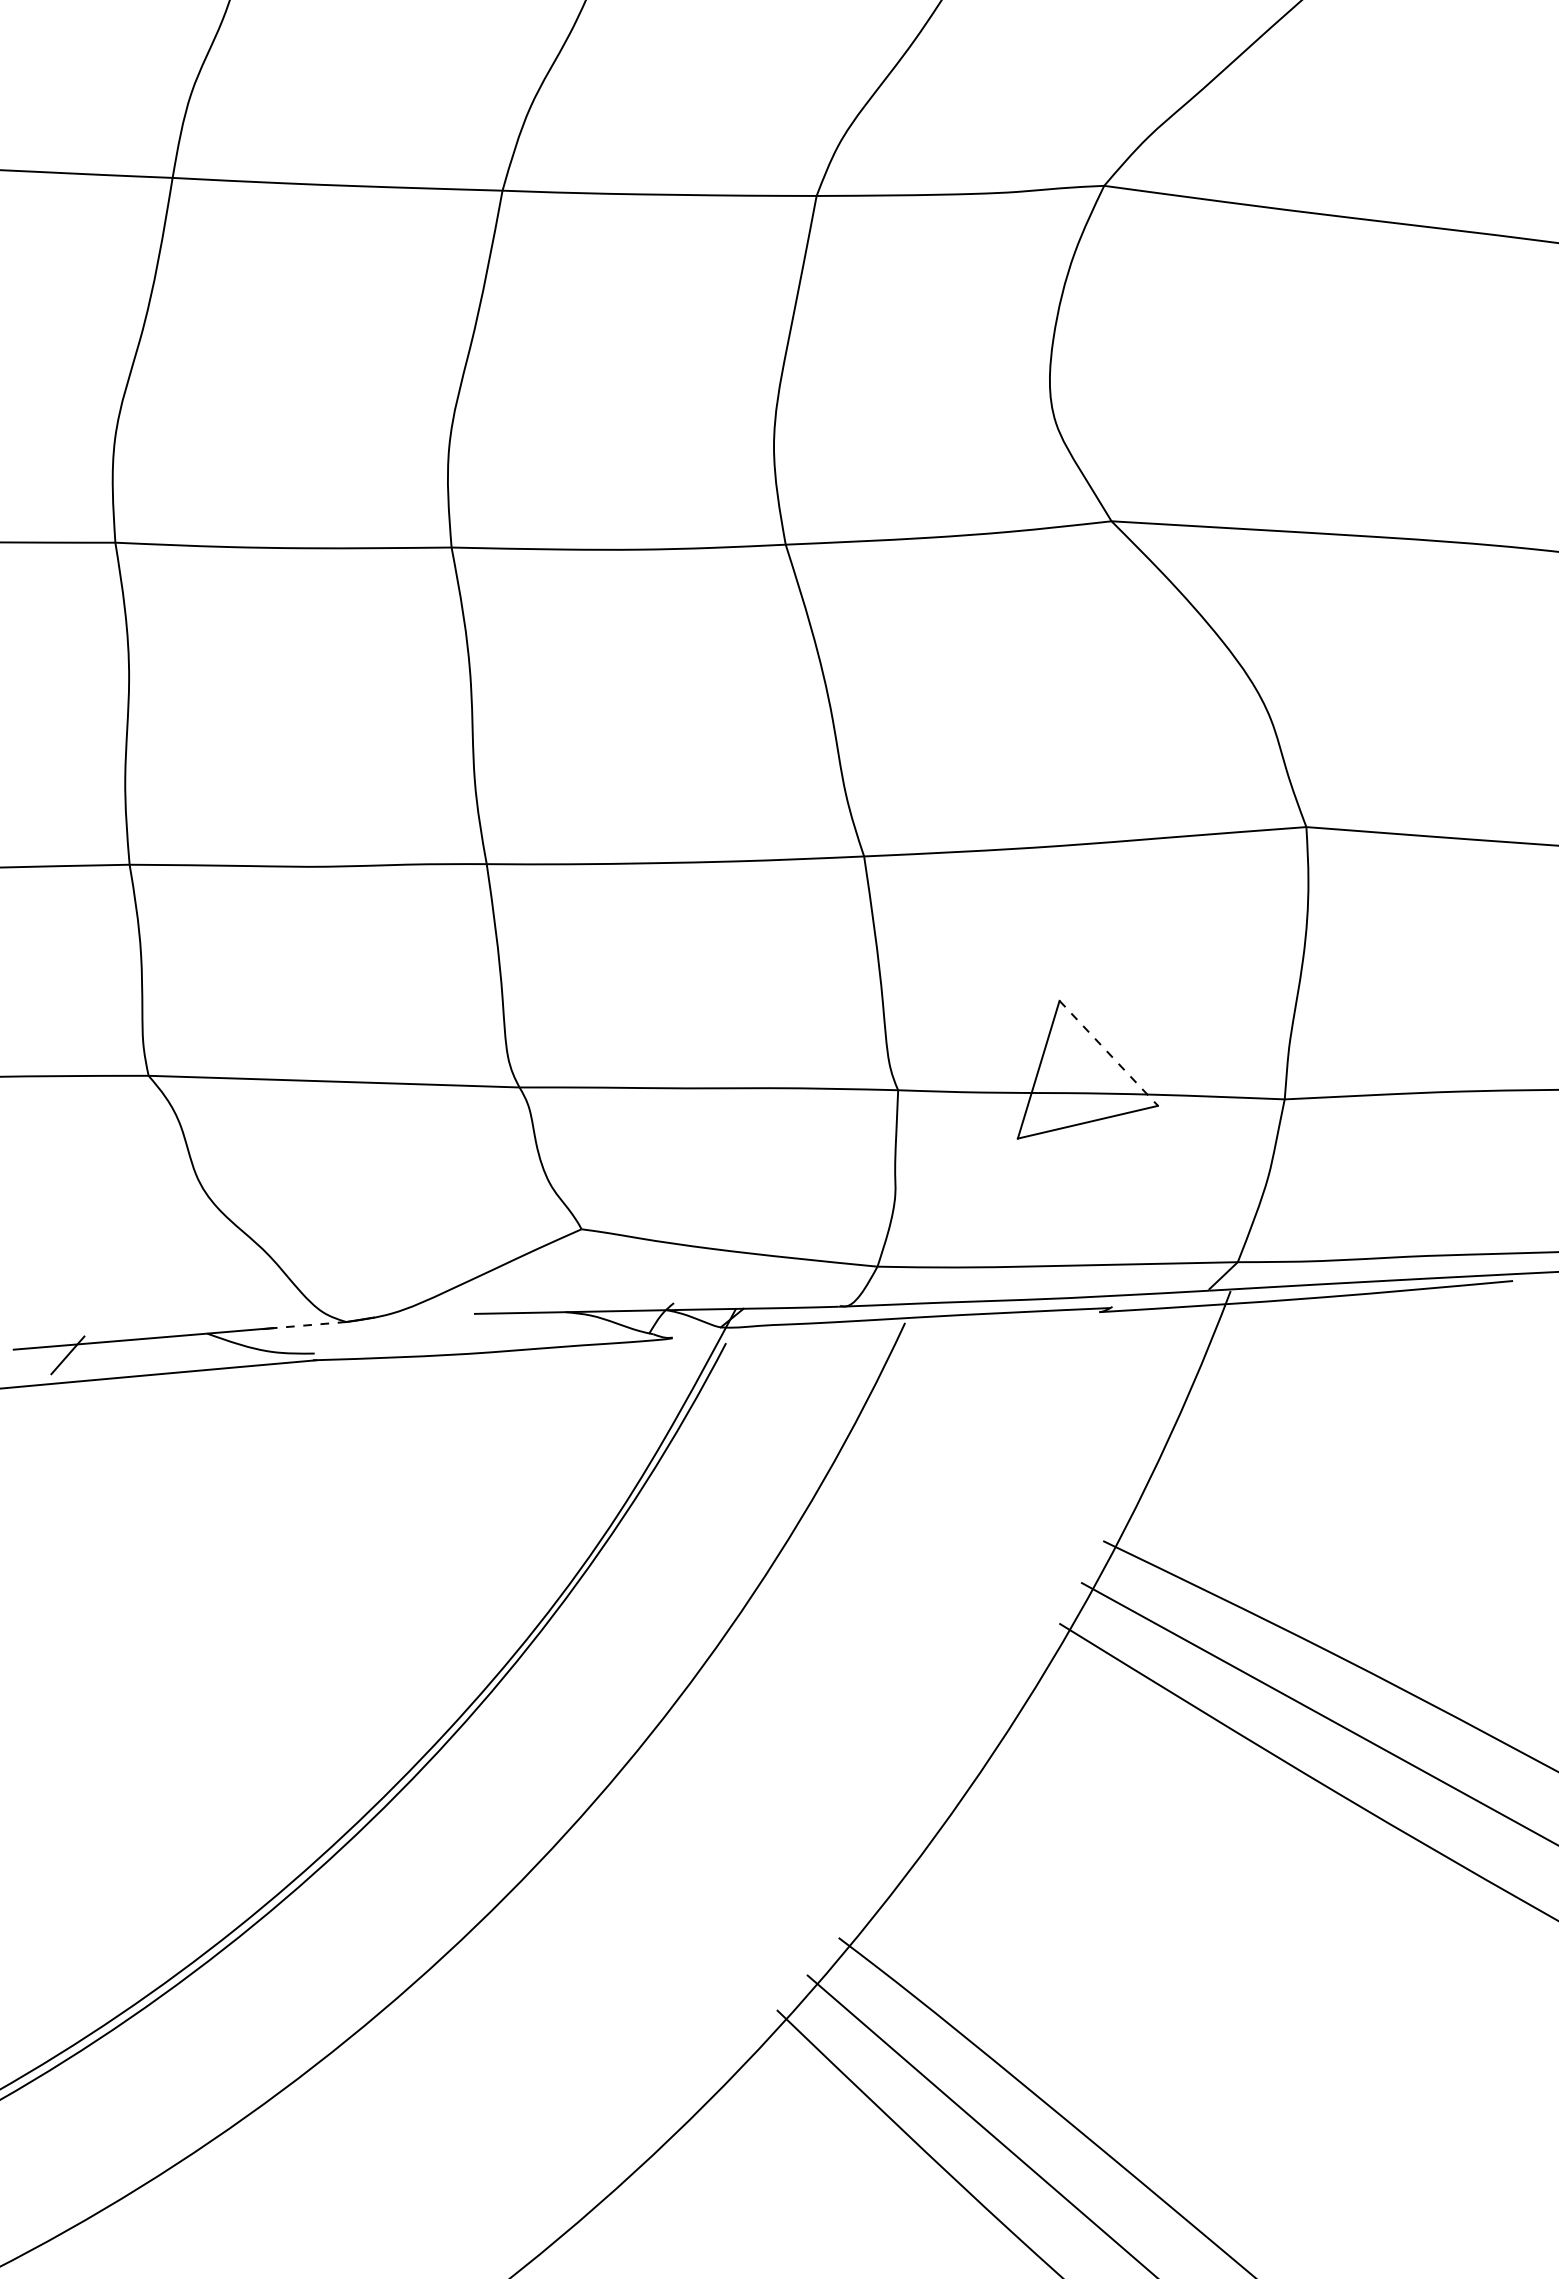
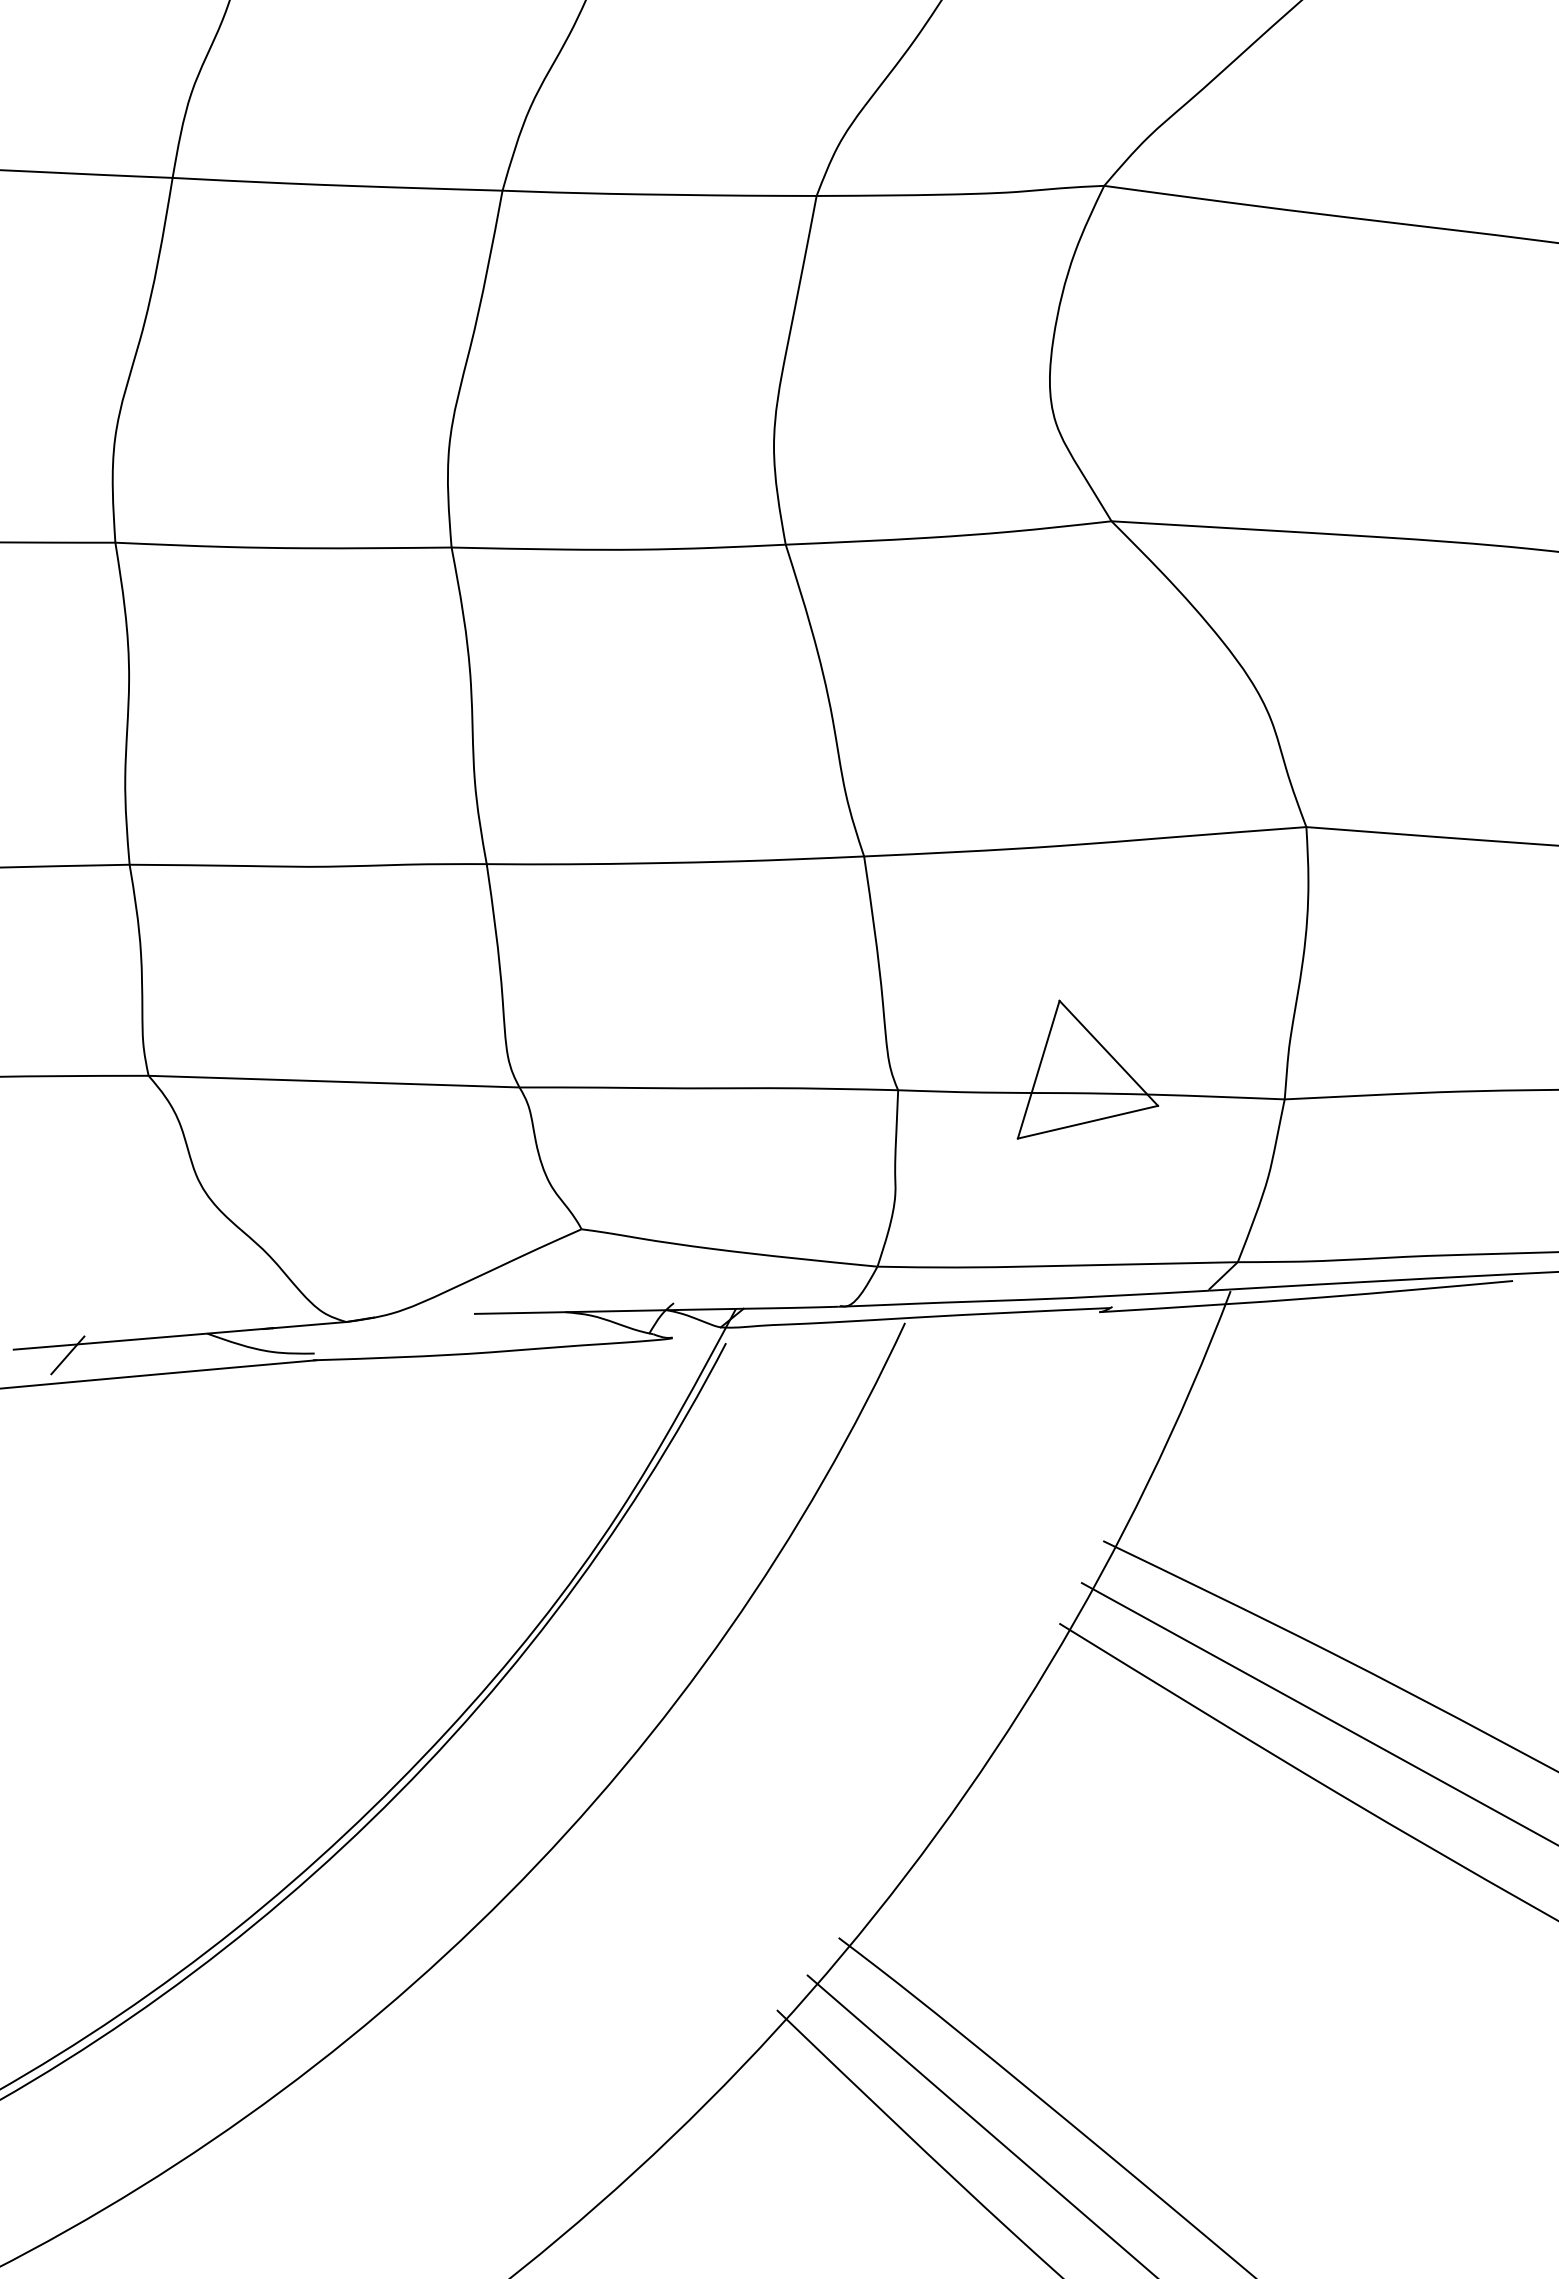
line at (1108, 1053): dashed -> solid
line at (309, 1325): dashed -> solid
